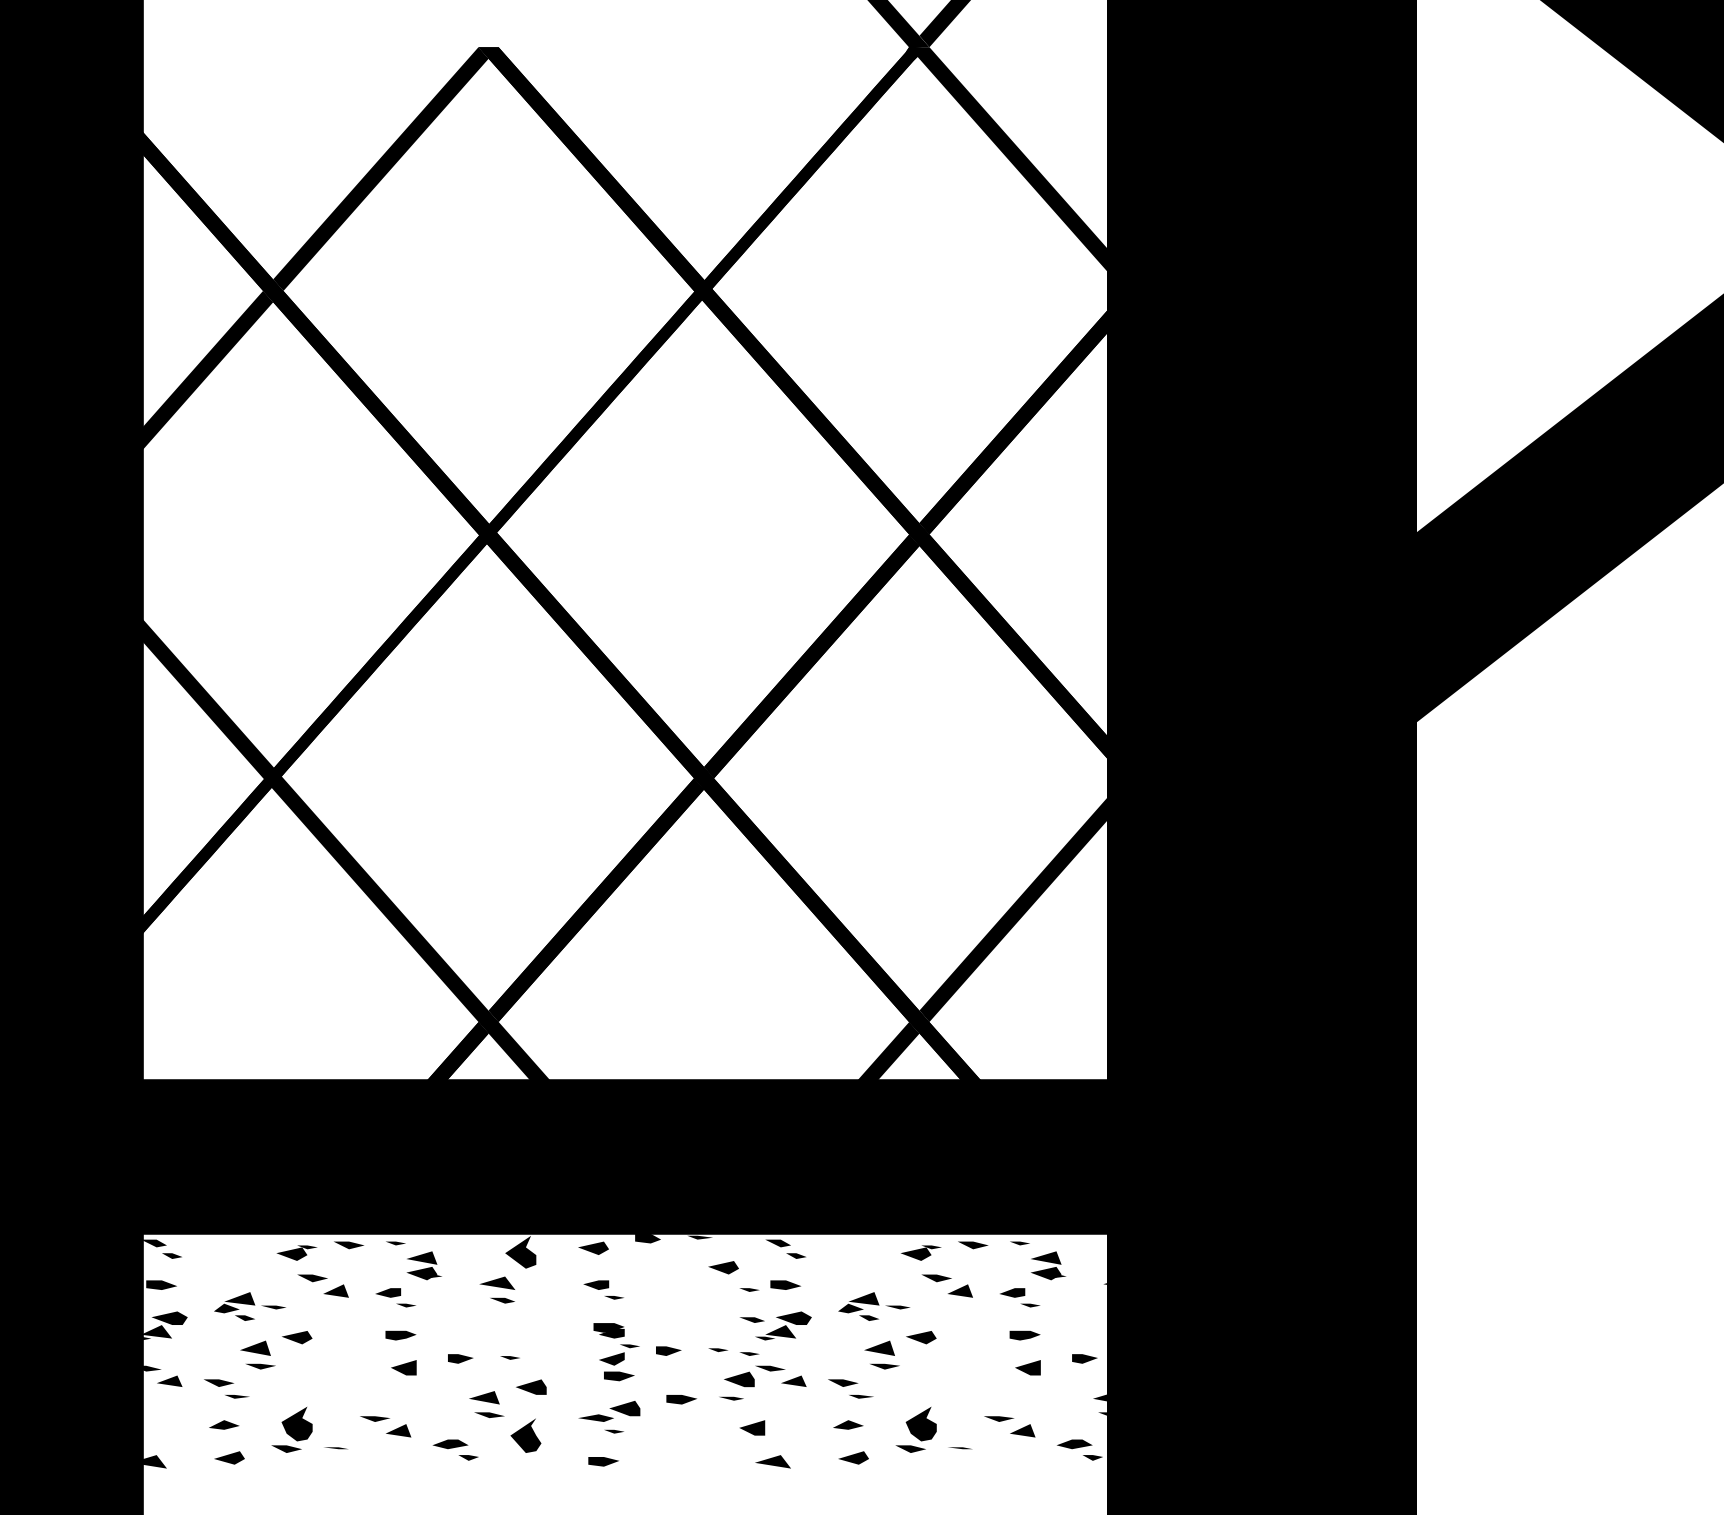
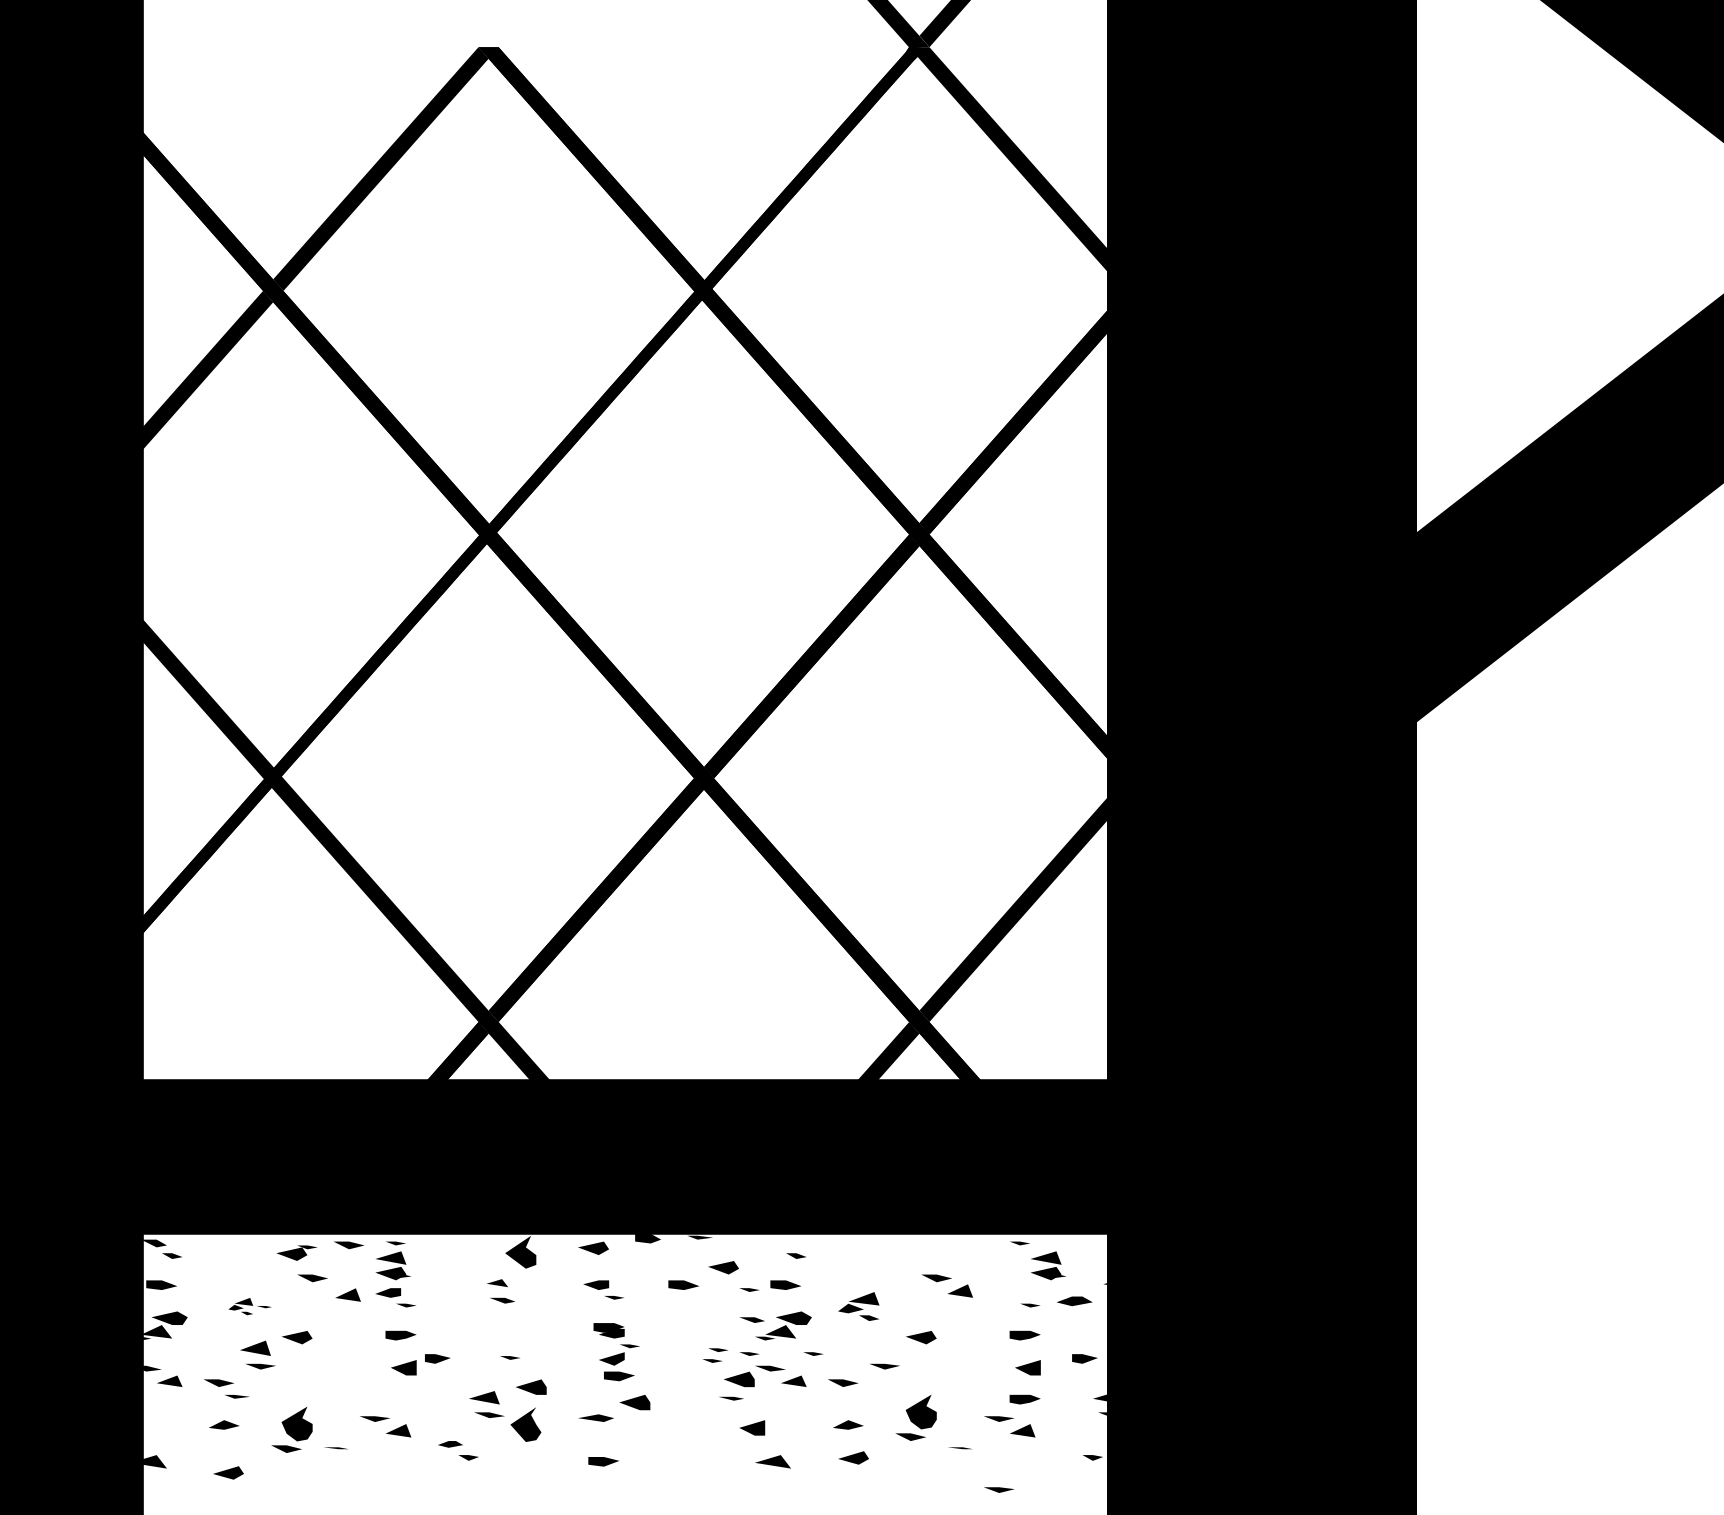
fill at (778, 1243): present -> none
fill at (972, 1245): present -> none
part at (921, 1252): present -> none
part at (423, 1265) position: (423, 1265) -> (392, 1265)
part at (497, 1282) size: 37x14 px -> 21x9 px
part at (683, 1284): none -> present
part at (335, 1290) position: (335, 1290) -> (347, 1294)
fill at (1012, 1292): present -> none
part at (249, 1306) size: 72x29 px -> 44x18 px
fill at (897, 1307): present -> none
fill at (879, 1348): present -> none
fill at (668, 1351): present -> none
part at (813, 1353): none -> present
part at (460, 1358) position: (460, 1358) -> (437, 1358)
part at (712, 1360): none -> present
line at (861, 1396): present -> none
fill at (681, 1399): present -> none
part at (1024, 1399): none -> present
part at (624, 1408) position: (624, 1408) -> (634, 1402)
part at (915, 1429) position: (915, 1429) -> (915, 1417)
fill at (613, 1431): present -> none
part at (525, 1435) position: (525, 1435) -> (525, 1424)
part at (450, 1444) size: 37x11 px -> 25x7 px
part at (1074, 1444) position: (1074, 1444) -> (1074, 1301)
part at (229, 1457) position: (229, 1457) -> (228, 1472)
part at (999, 1489): none -> present
